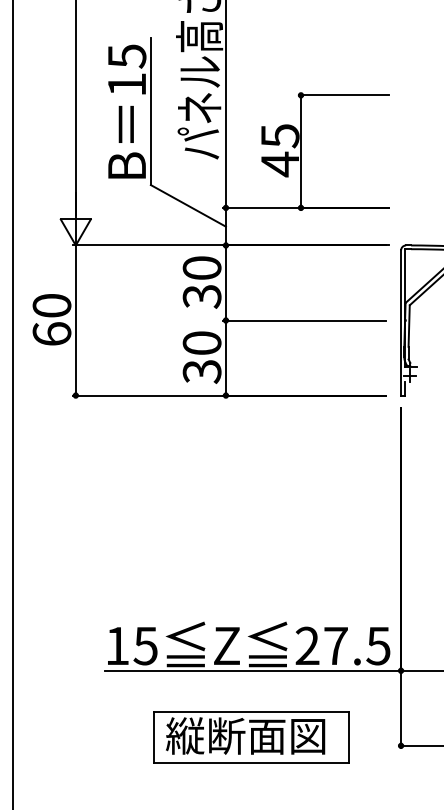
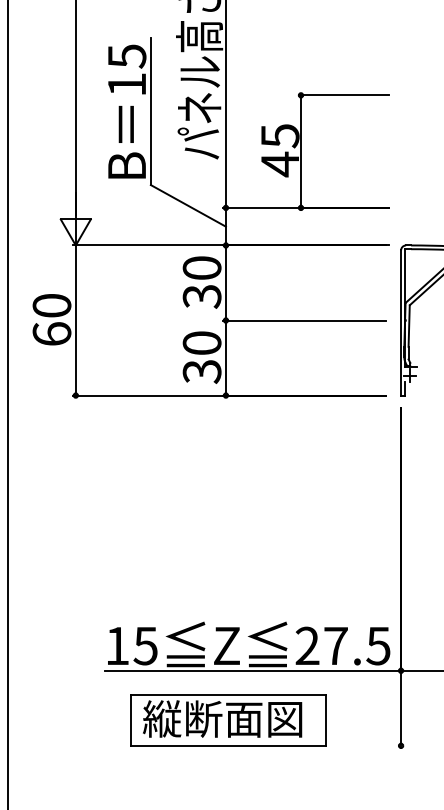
line at (13, 404) position: (13, 404) -> (8, 404)
part at (251, 737) position: (251, 737) -> (228, 720)
line at (420, 745): present -> none
